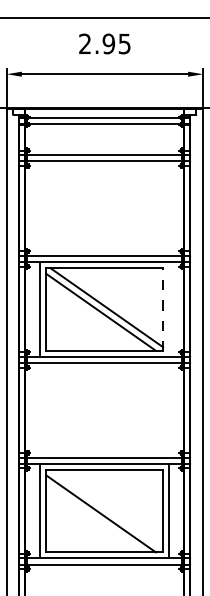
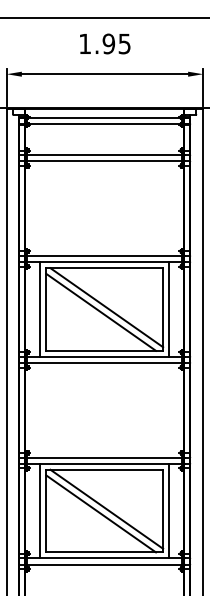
text at (84, 43): 2.95 -> 1.95
line at (163, 309): dashed -> solid
line at (169, 309): none -> present
line at (106, 508): none -> present
